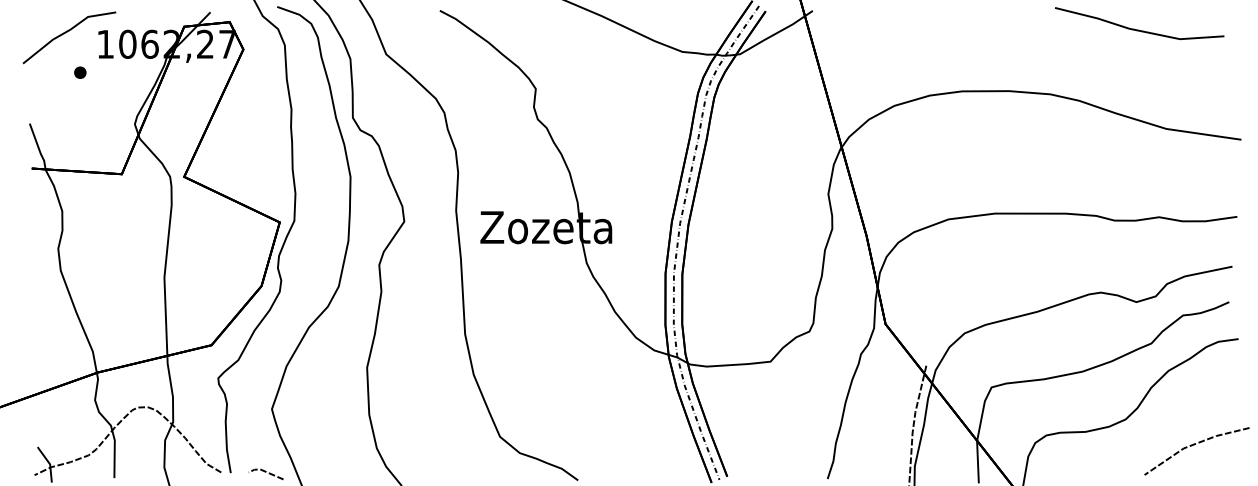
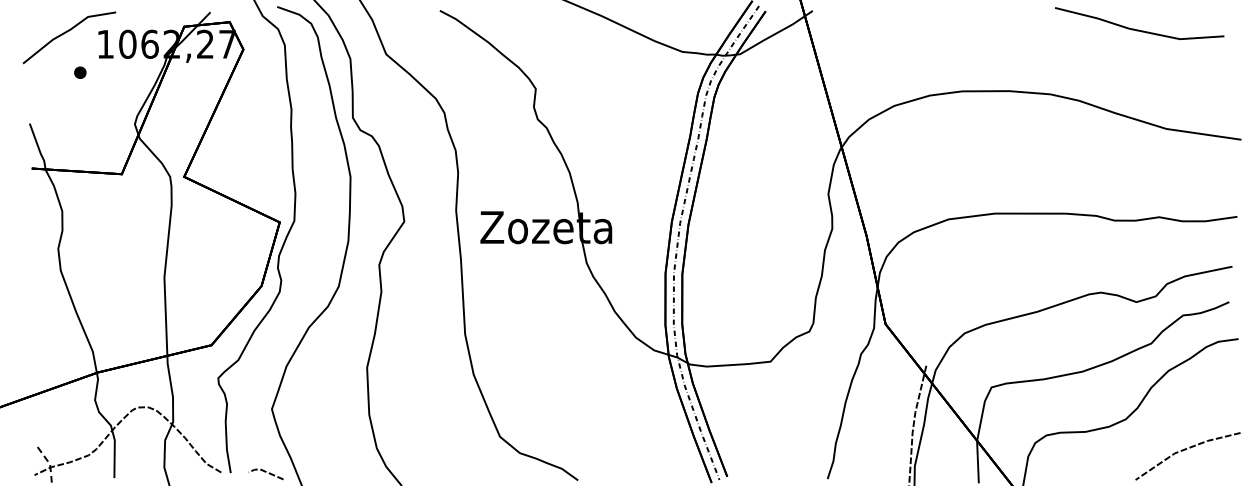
line at (1194, 445) position: (1194, 445) -> (1185, 450)
line at (49, 463): solid -> dashed
